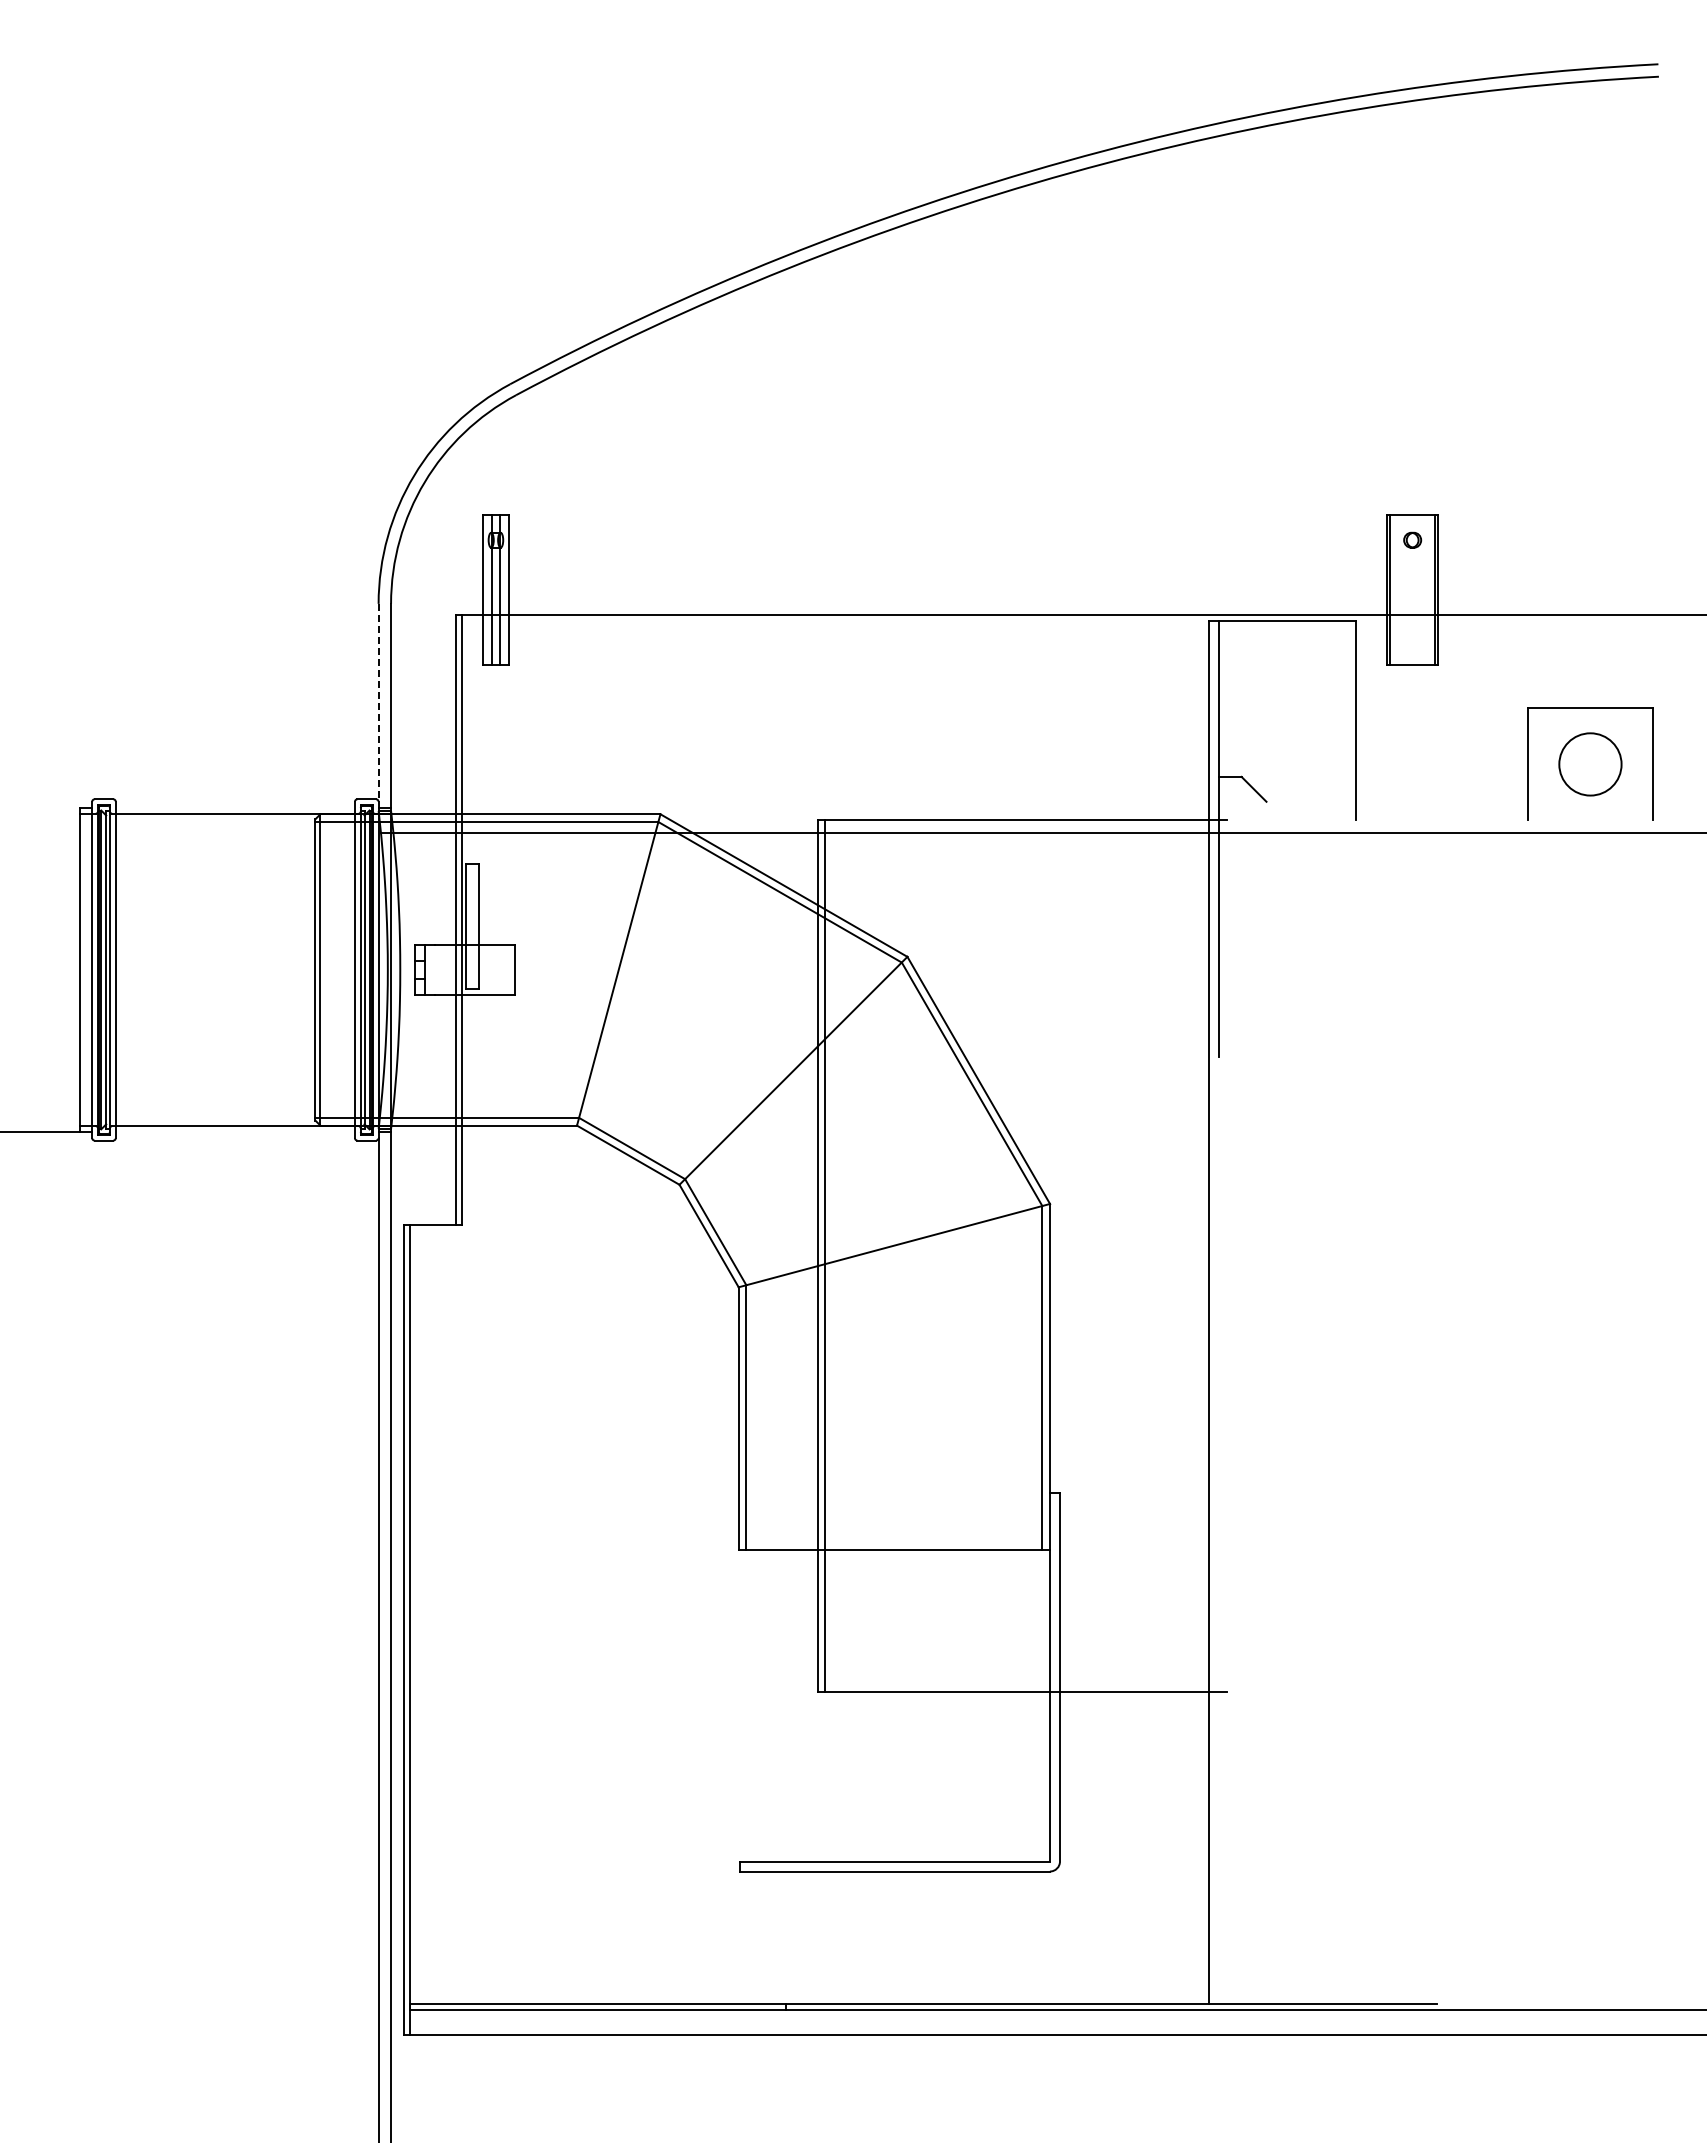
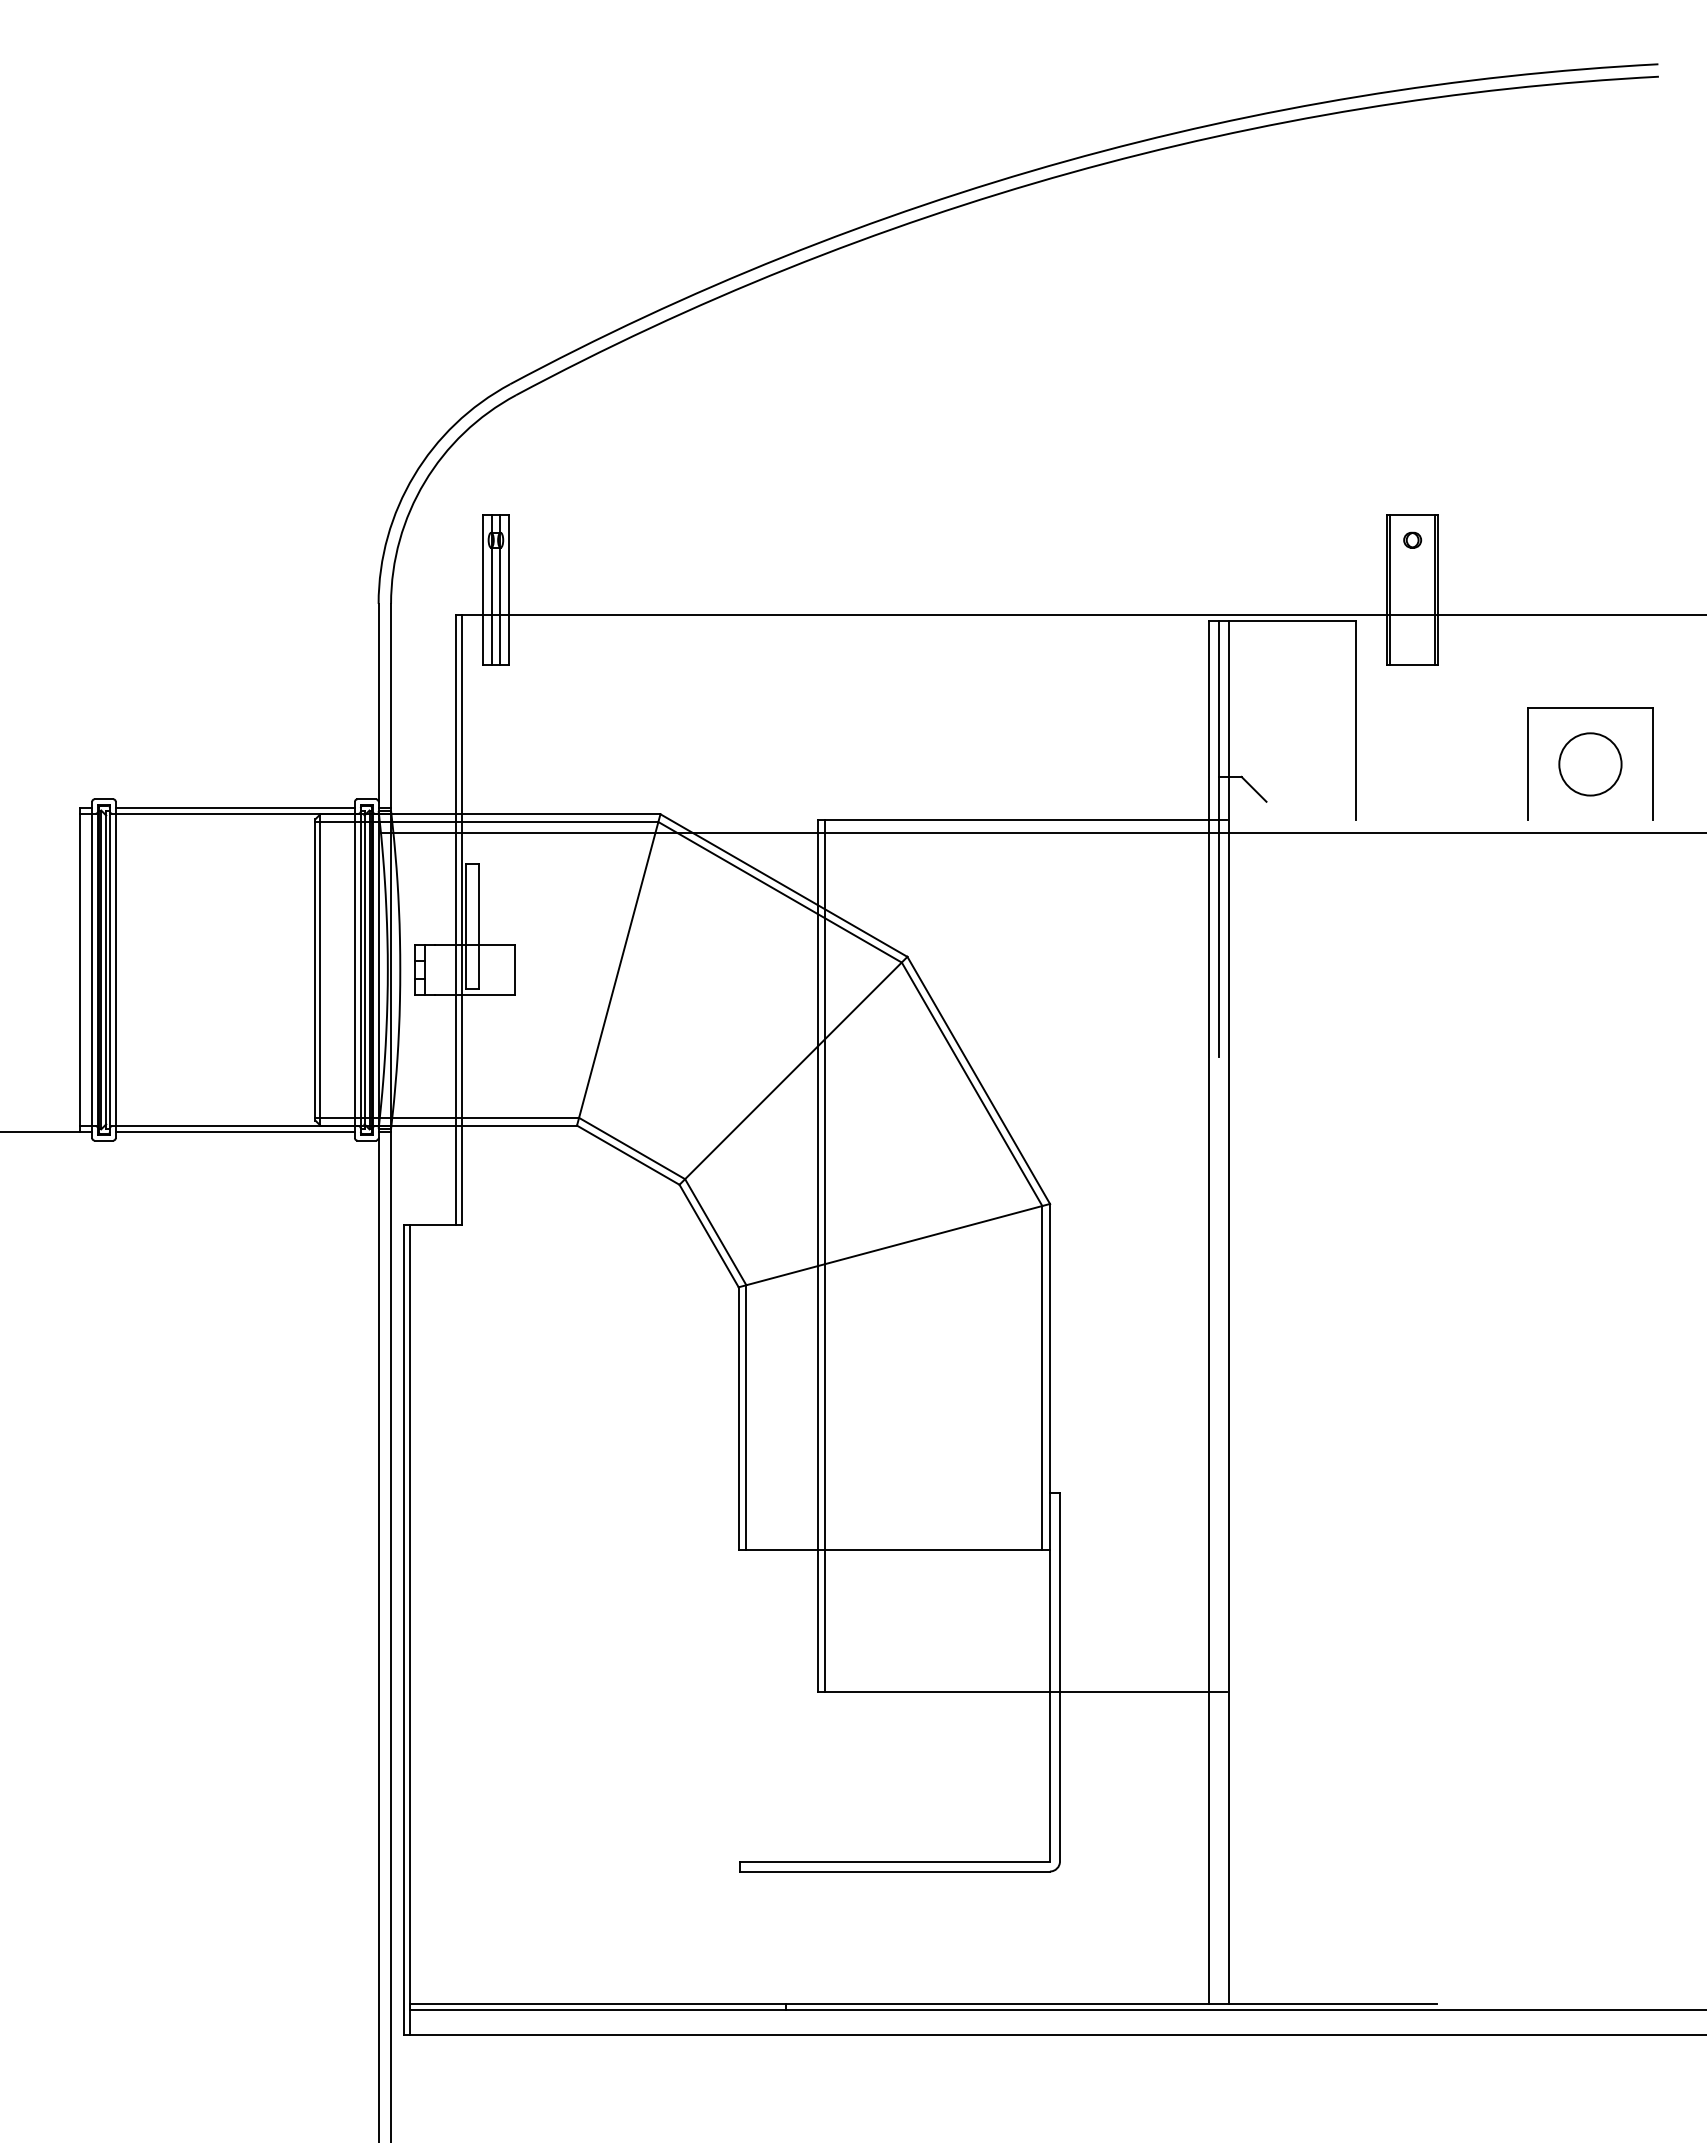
line at (378, 702): dashed -> solid
line at (234, 808): none -> present
line at (234, 1131): none -> present
line at (1229, 1312): none -> present
